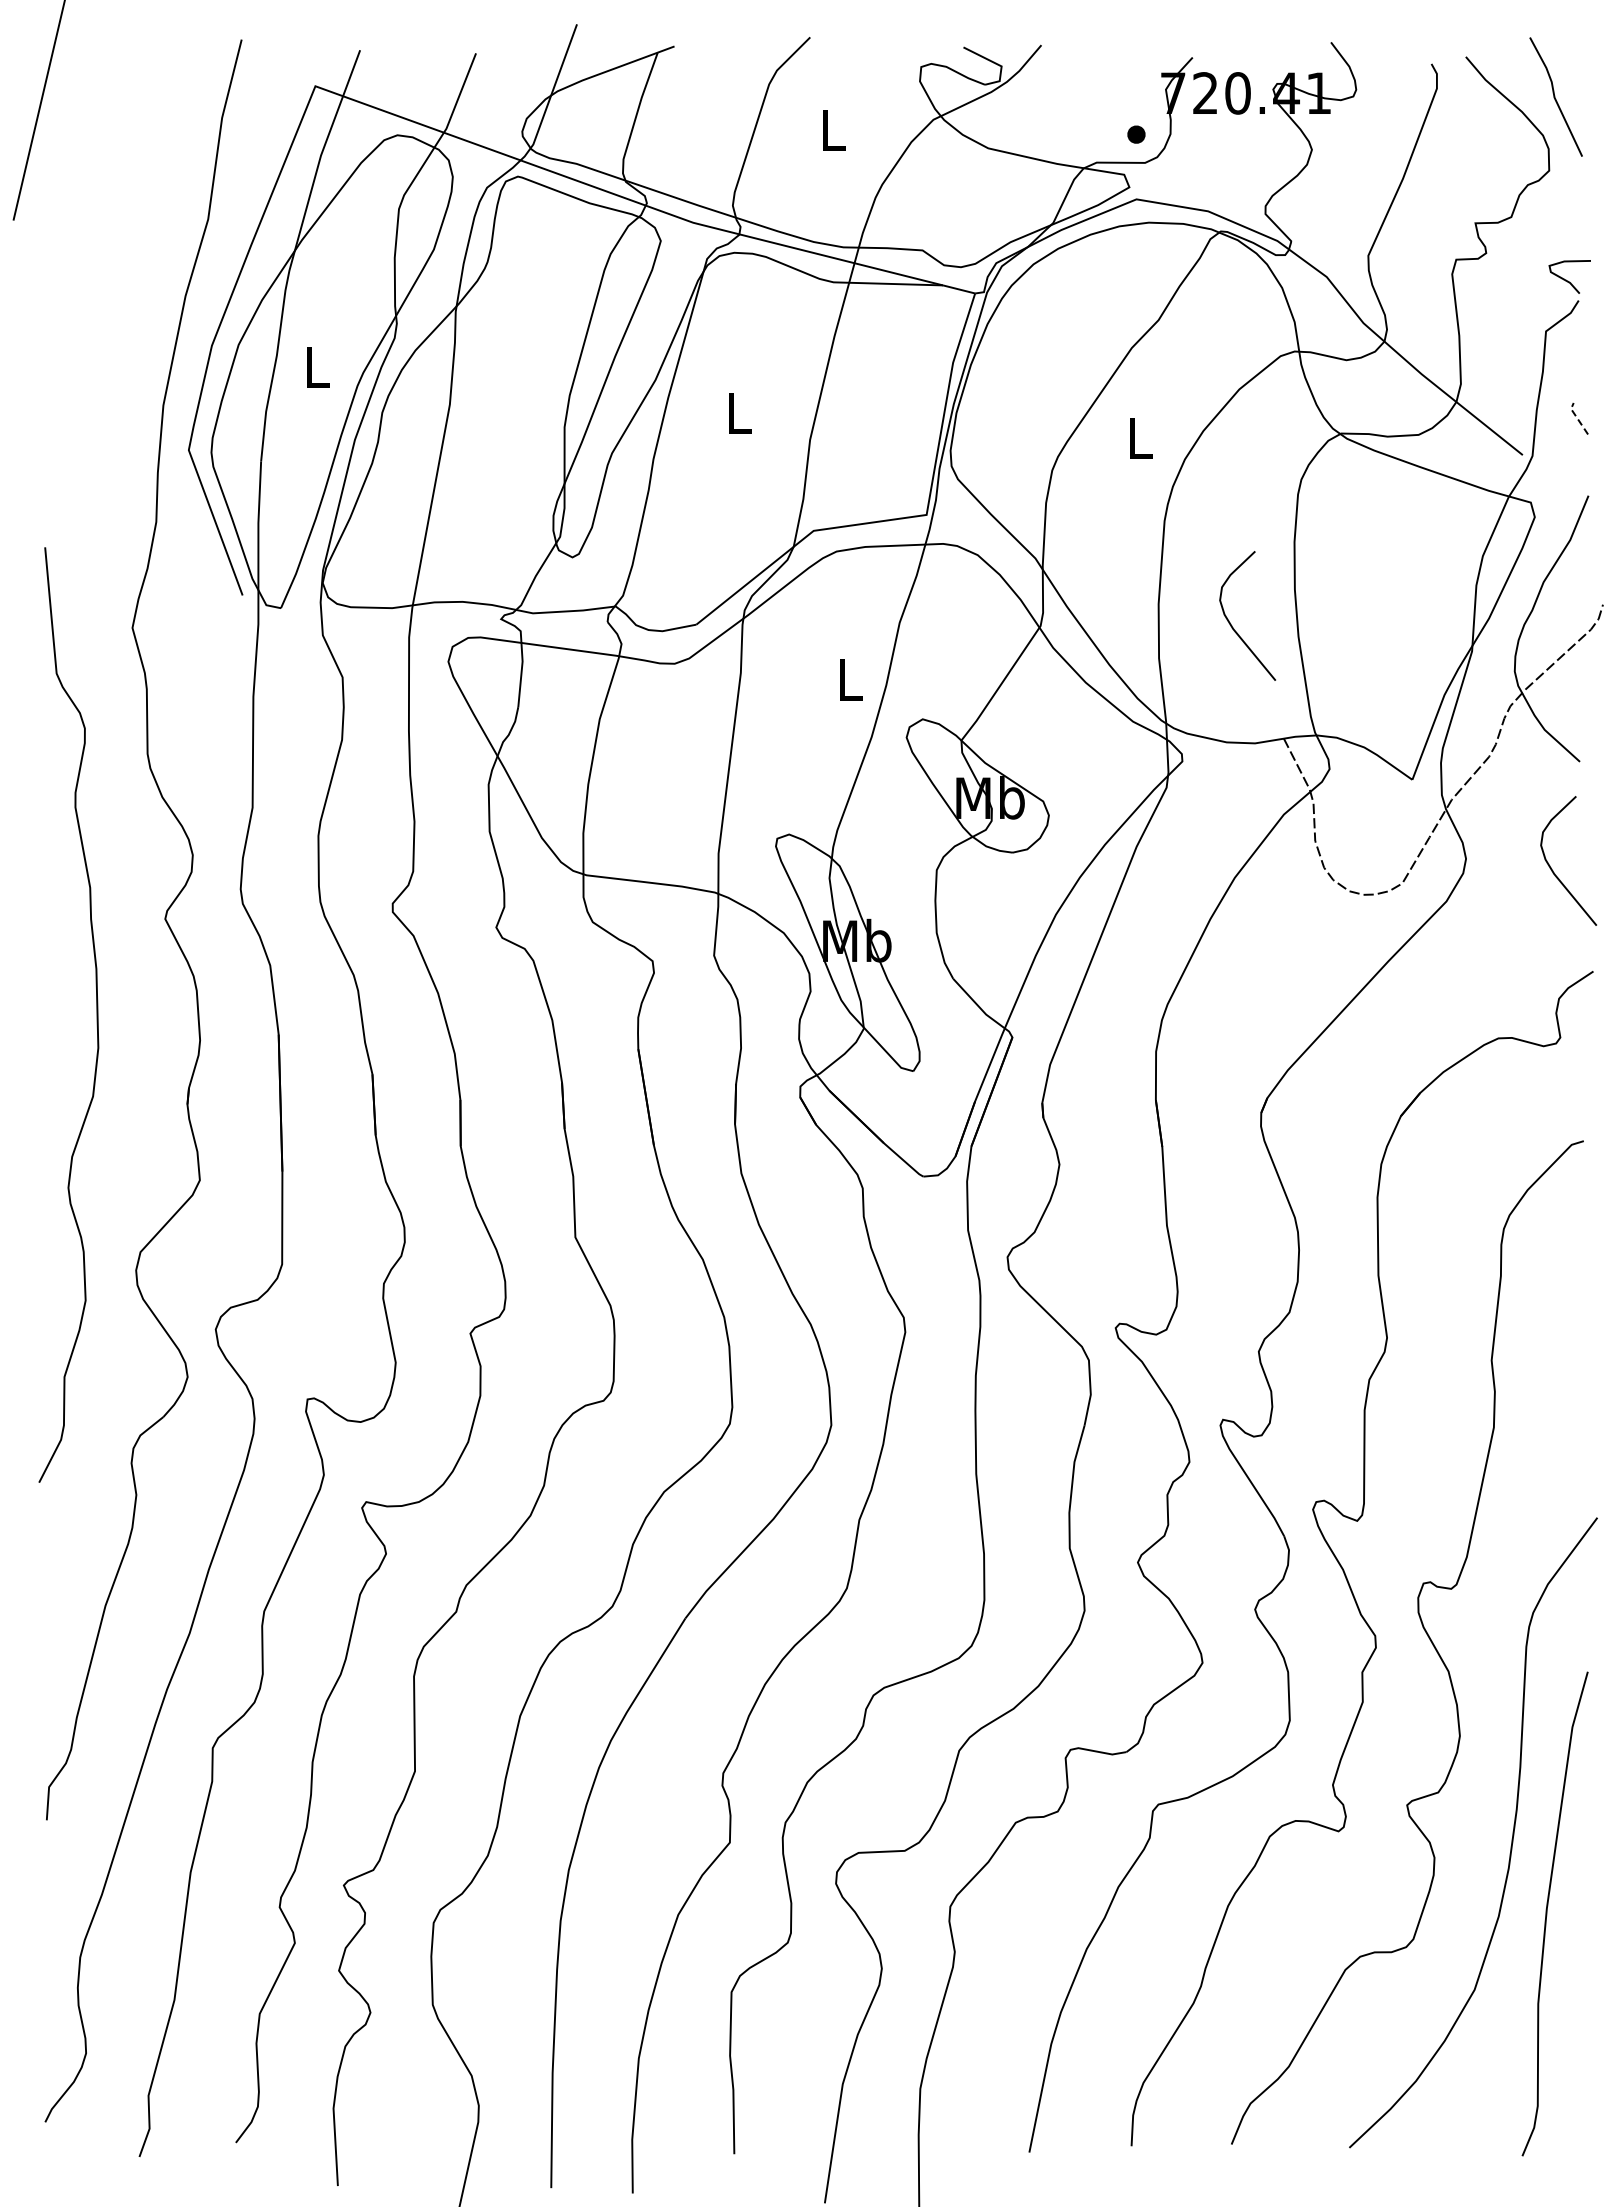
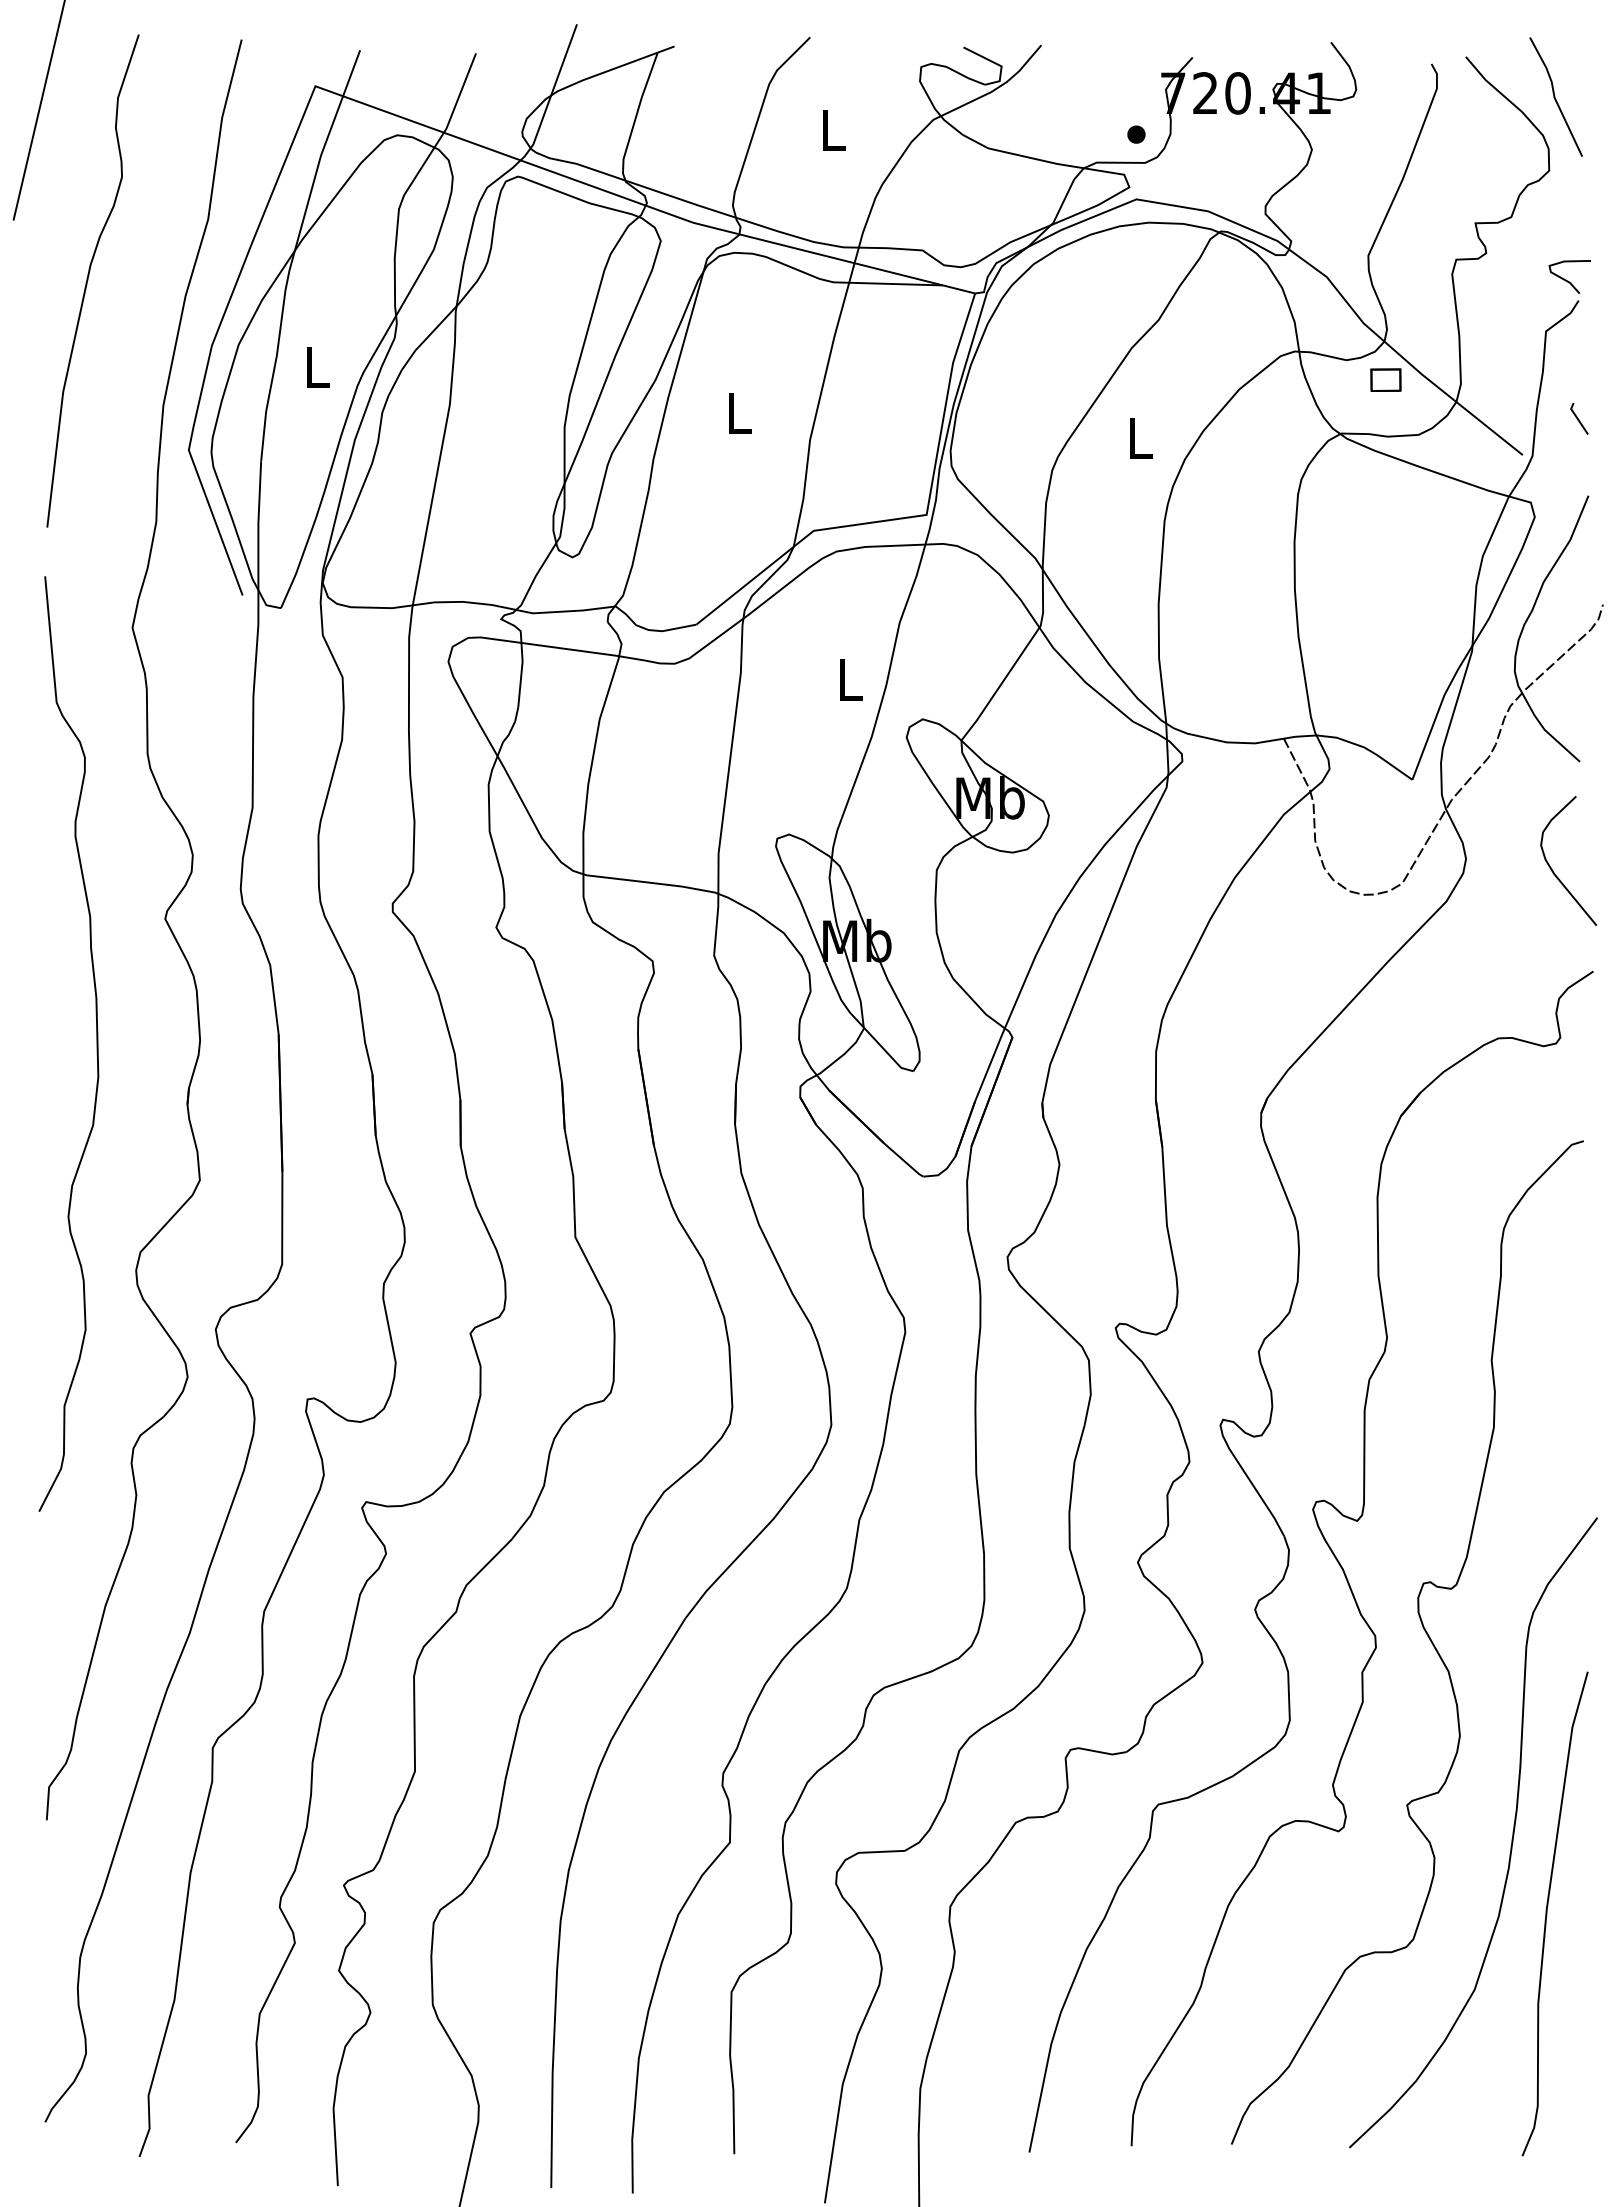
curve at (88, 280): none -> present
part at (1385, 379): none -> present
line at (1577, 418): dashed -> solid
curve at (1232, 625): present -> none
curve at (96, 1014) position: (96, 1014) -> (96, 1043)
